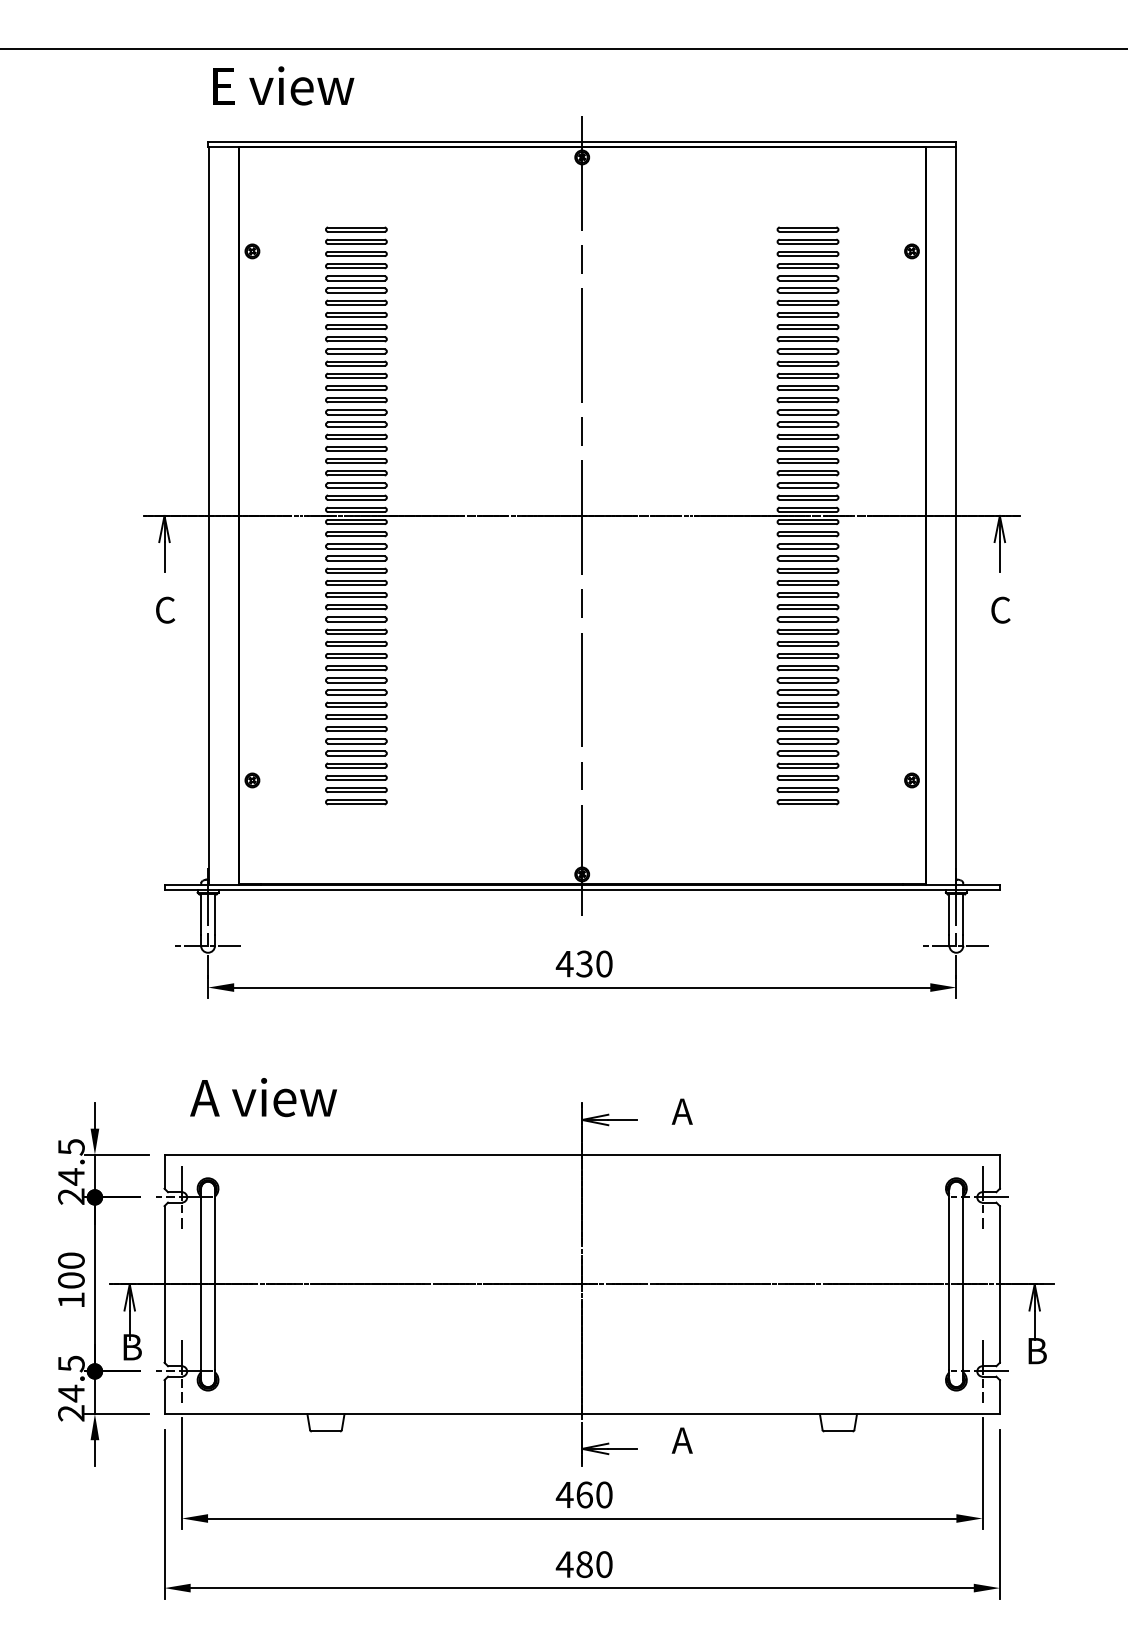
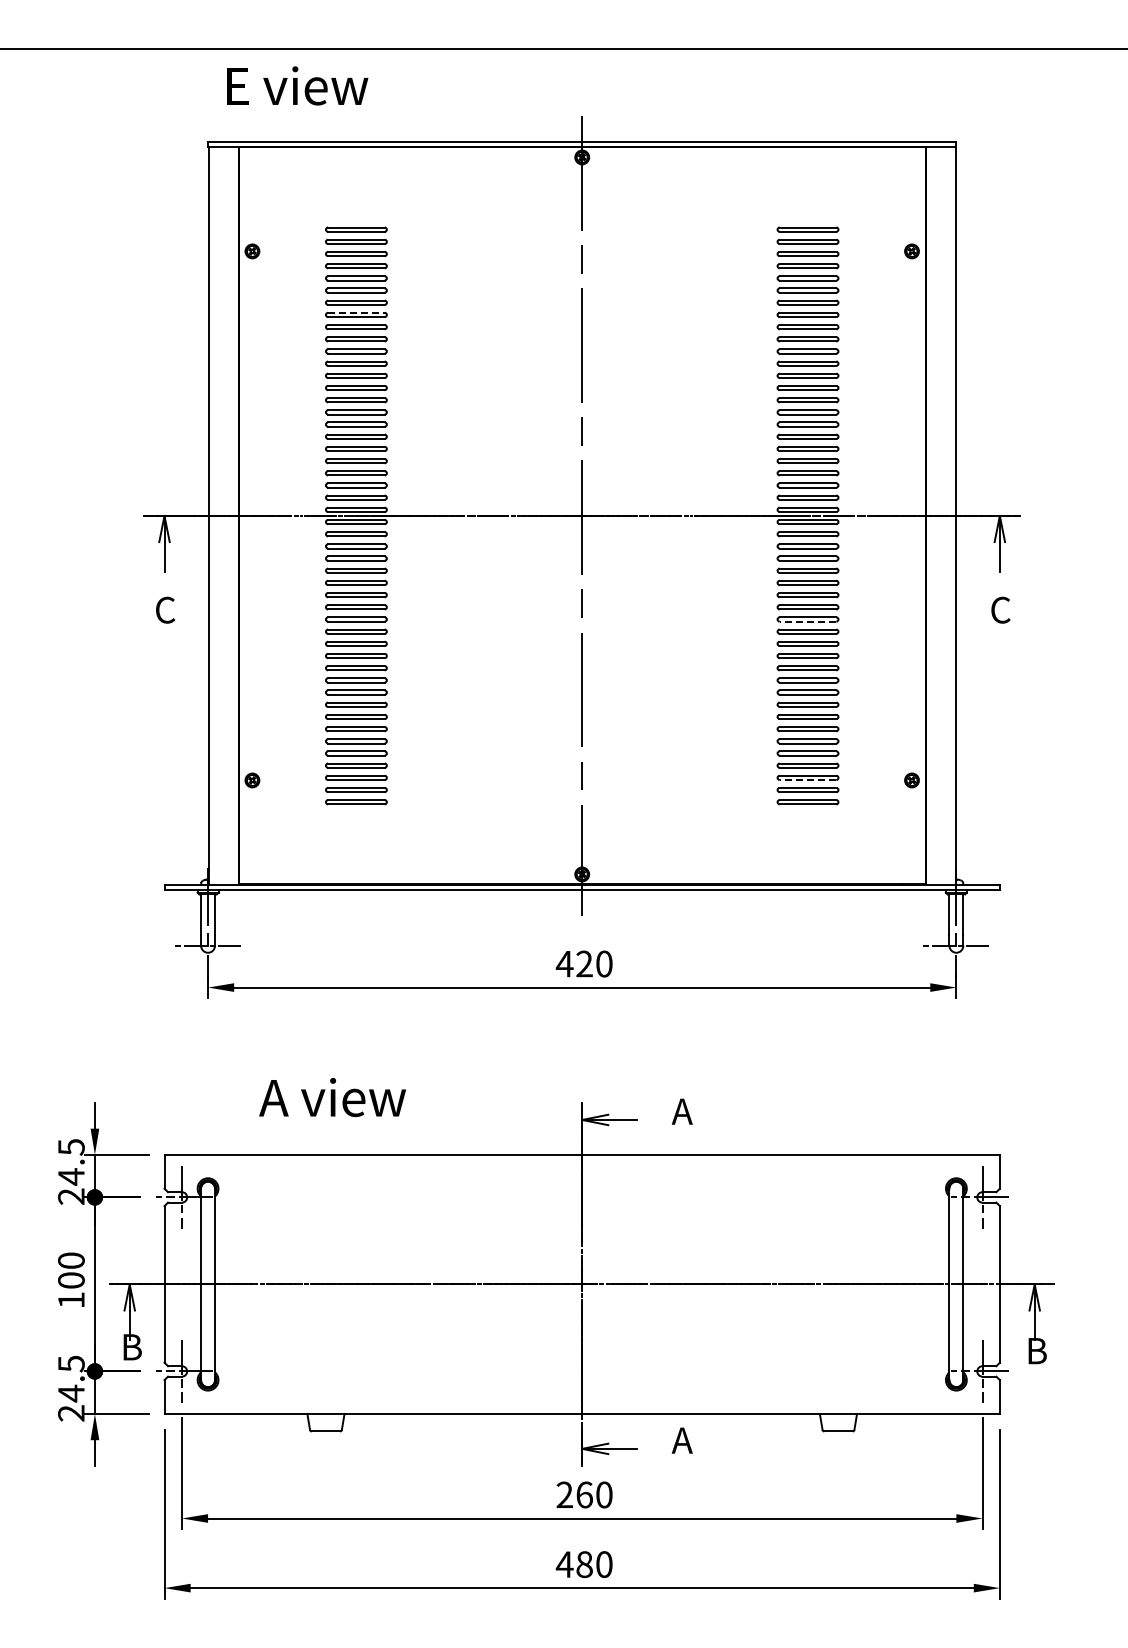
text at (283, 85) position: (283, 85) -> (297, 85)
line at (356, 312): solid -> dashed
line at (807, 621): solid -> dashed
line at (807, 780): solid -> dashed
text at (584, 964): 430 -> 420
text at (263, 1097) position: (263, 1097) -> (332, 1097)
text at (564, 1494): 460 -> 260
